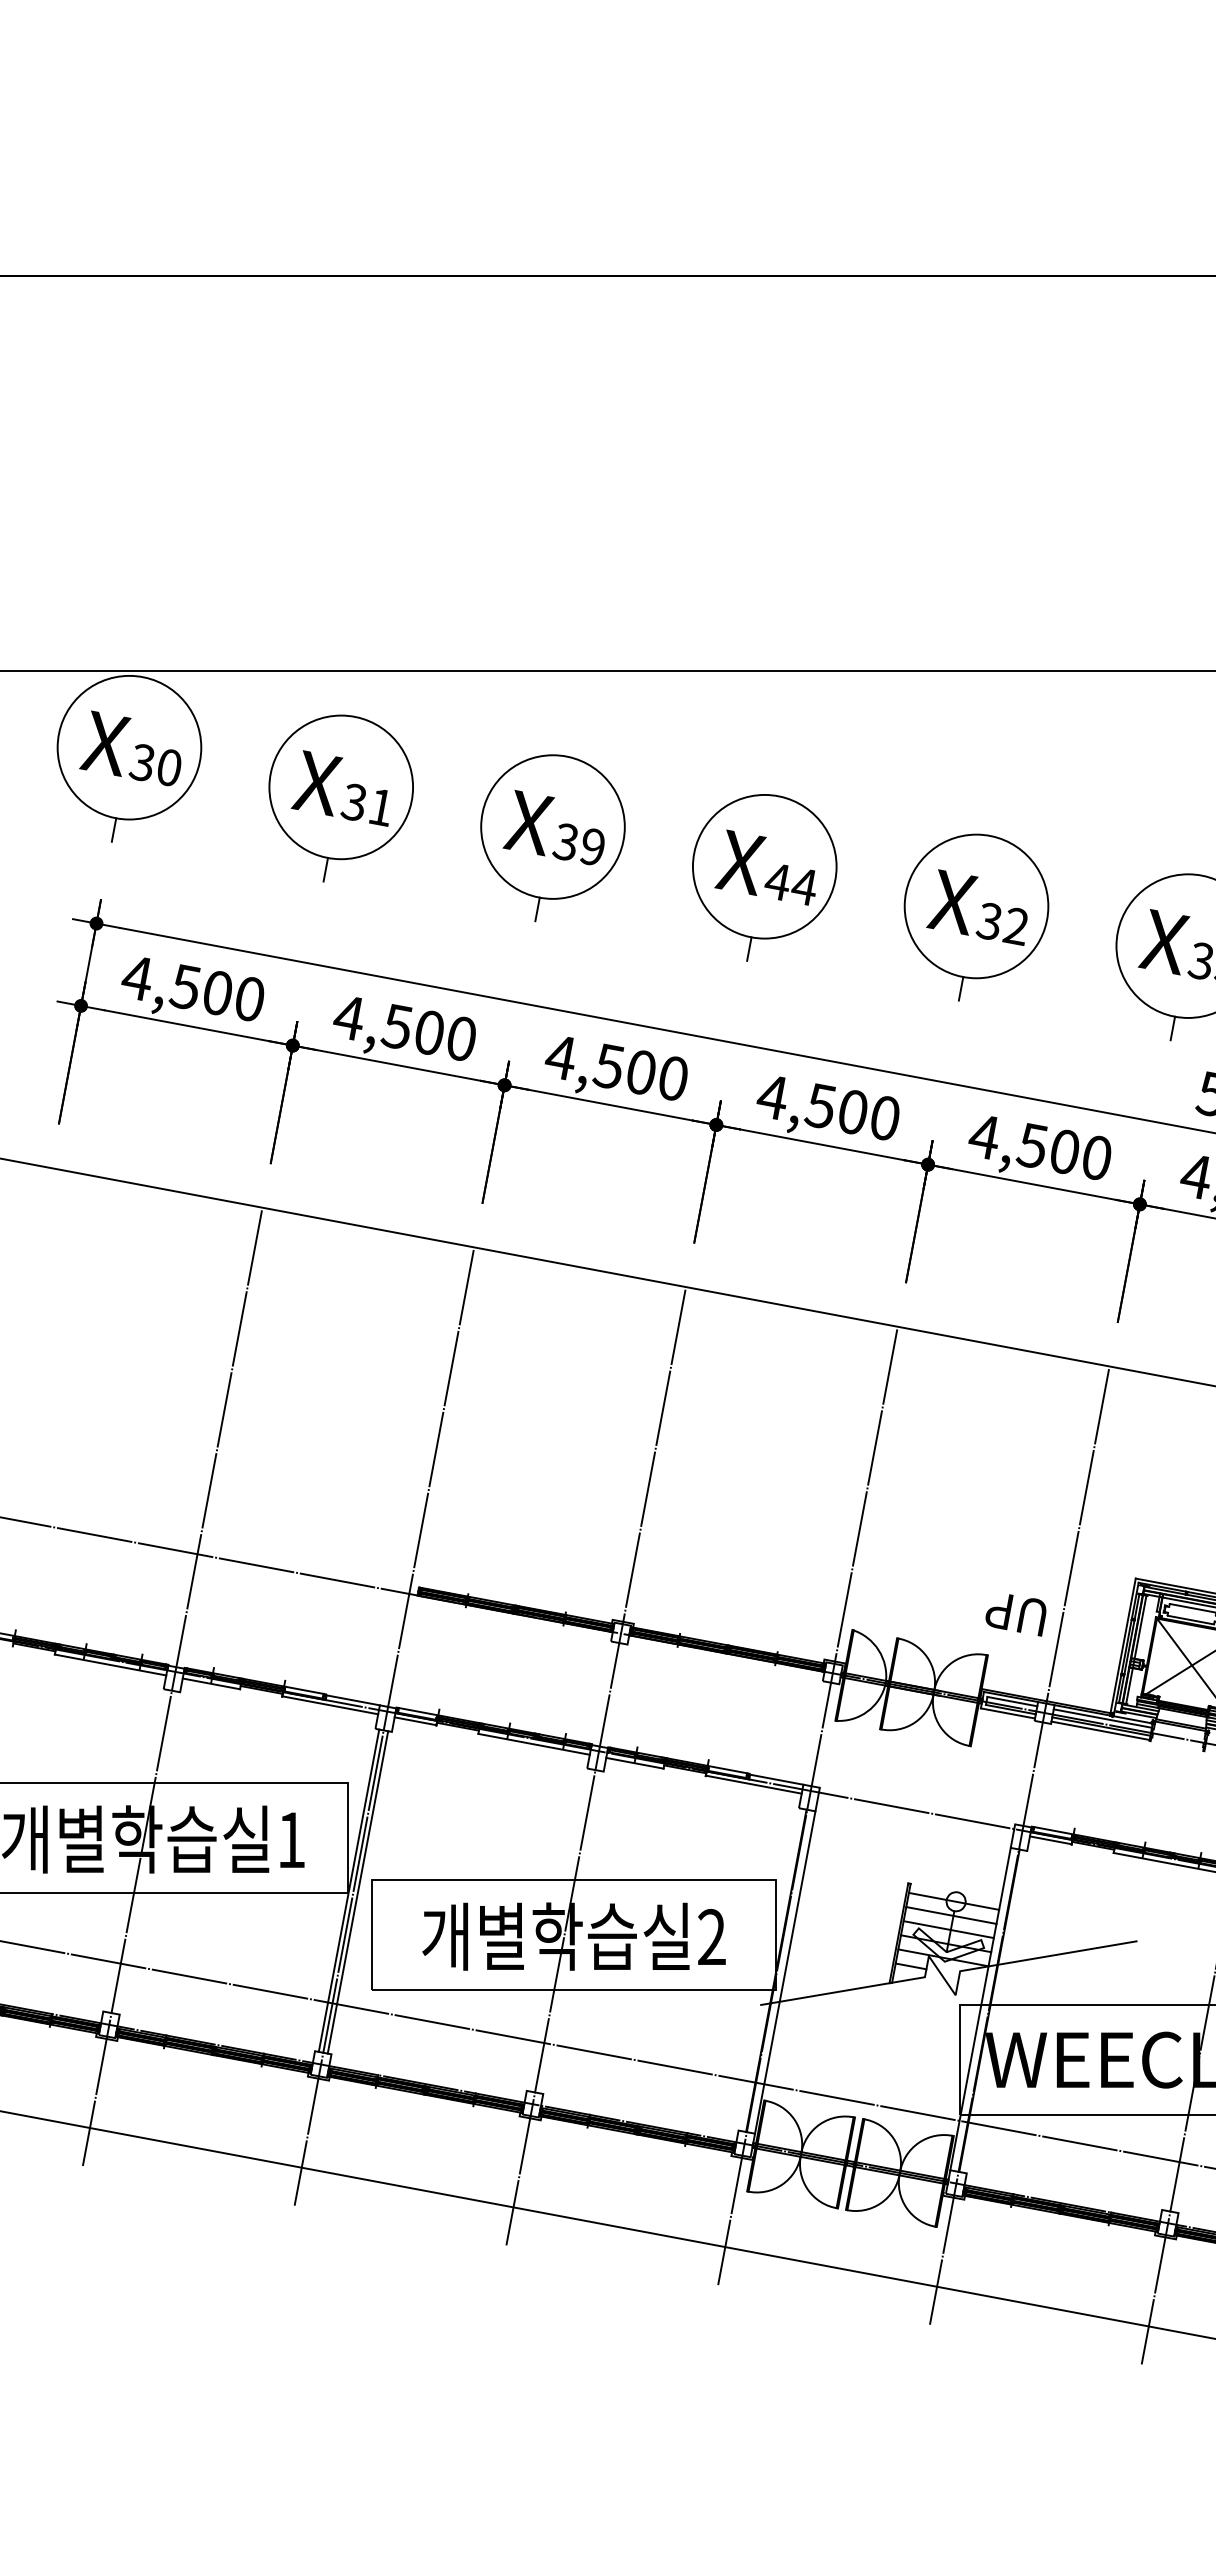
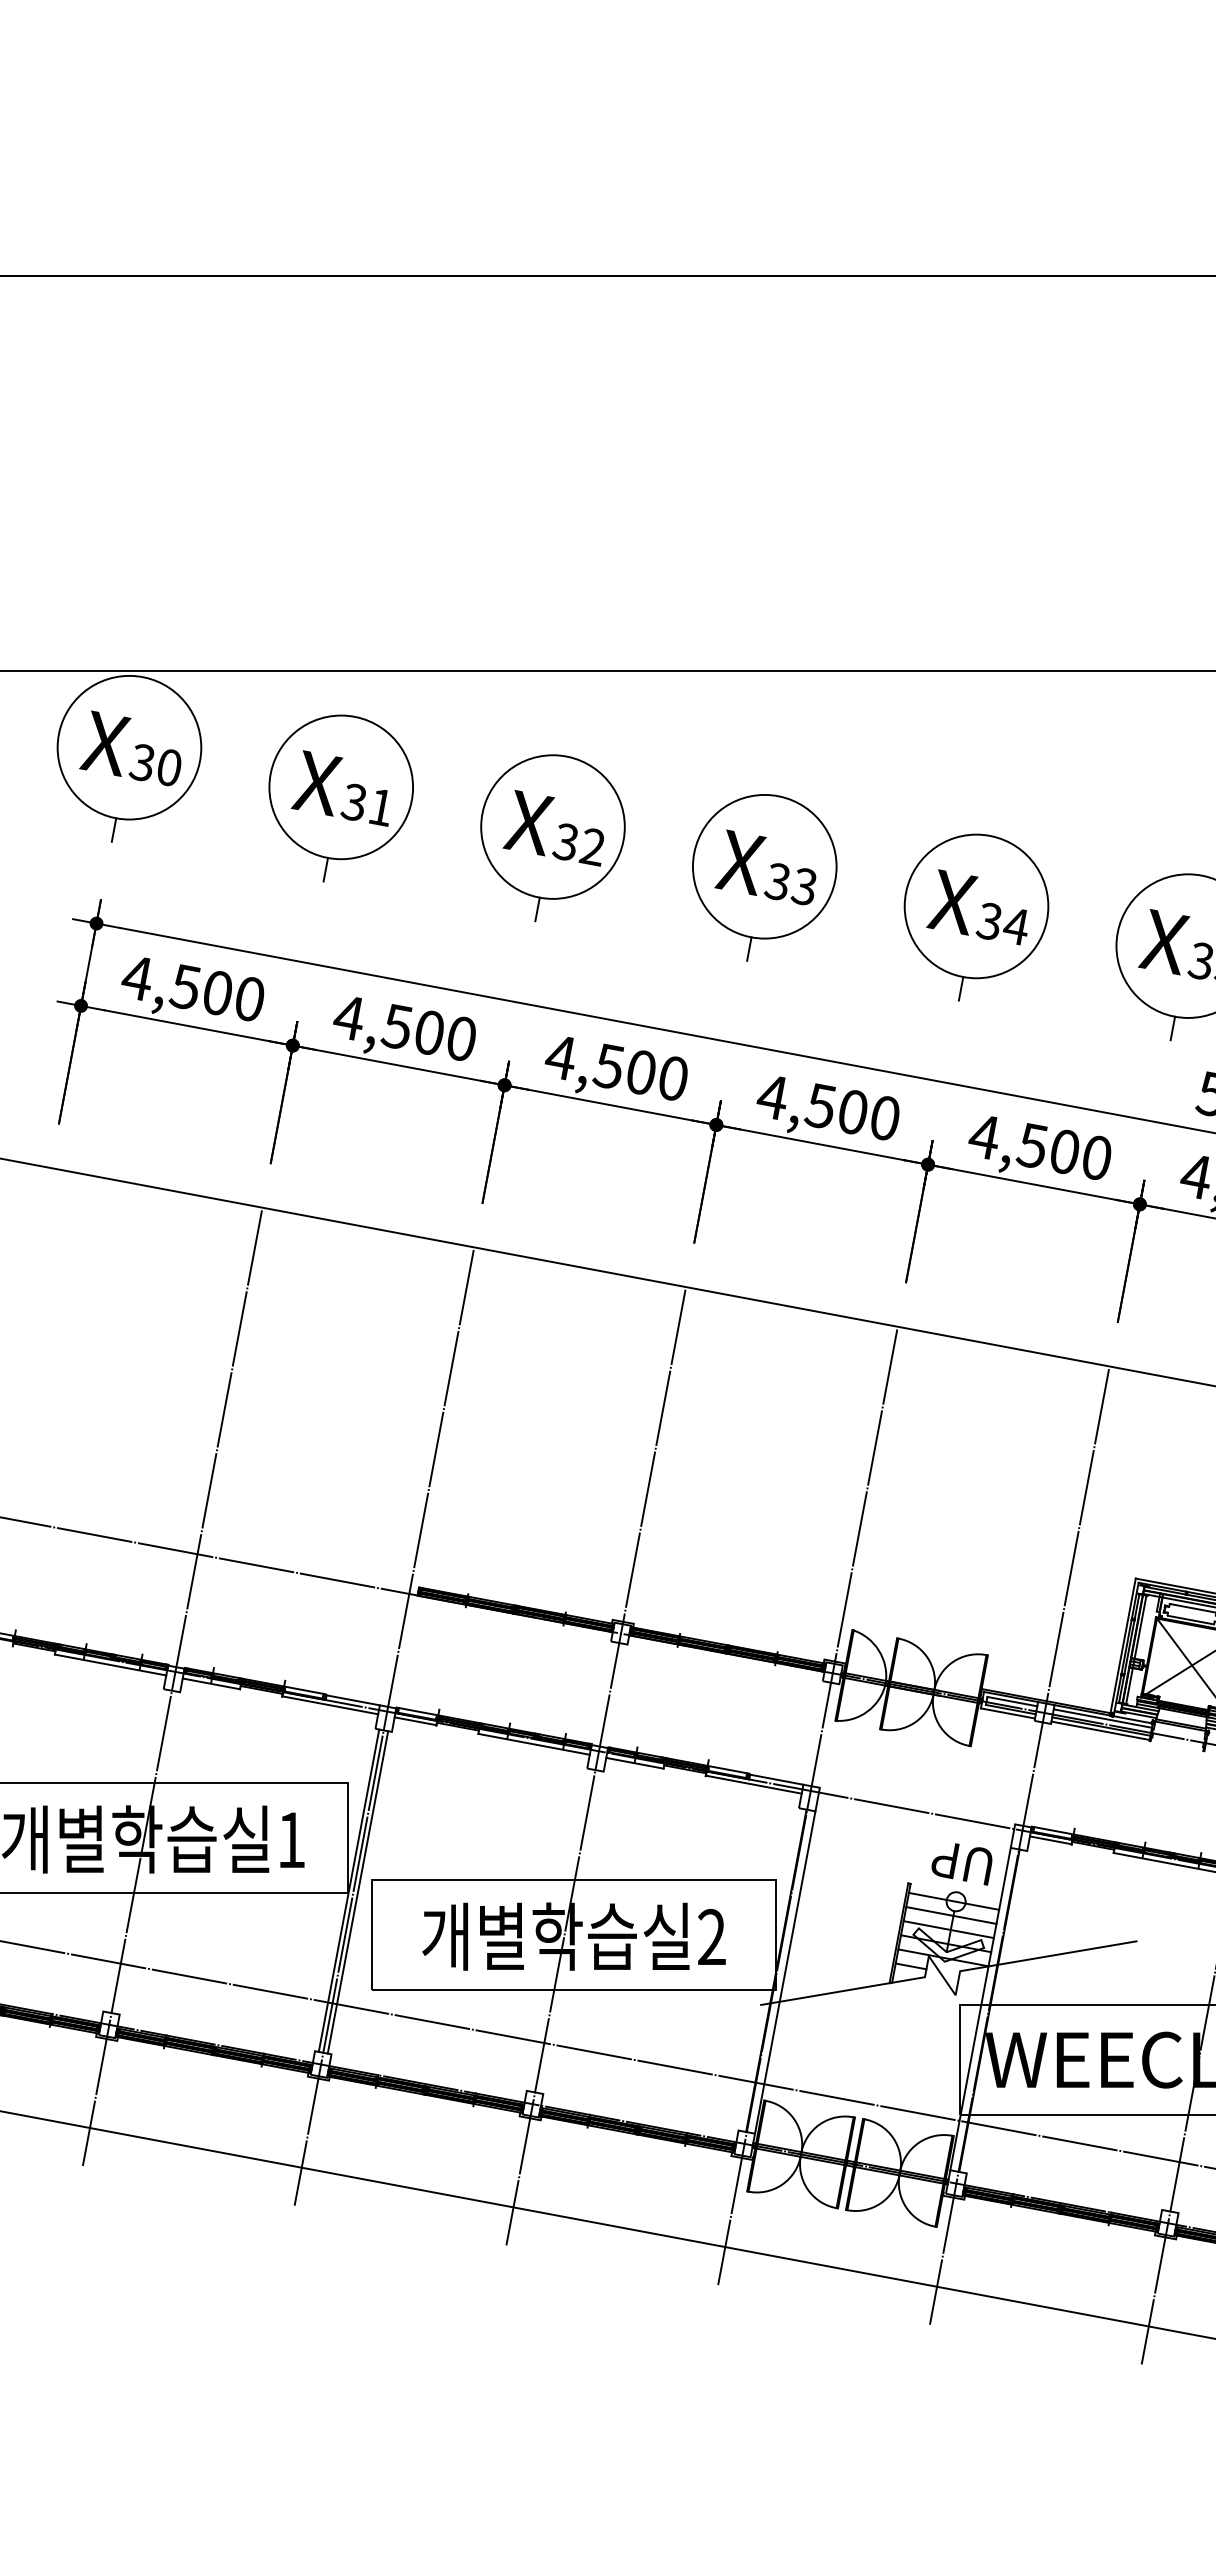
text at (591, 847): 39 -> 32
text at (789, 884): 44 -> 33
text at (1014, 926): 32 -> 34
text at (1015, 1615) position: (1015, 1615) -> (961, 1864)
